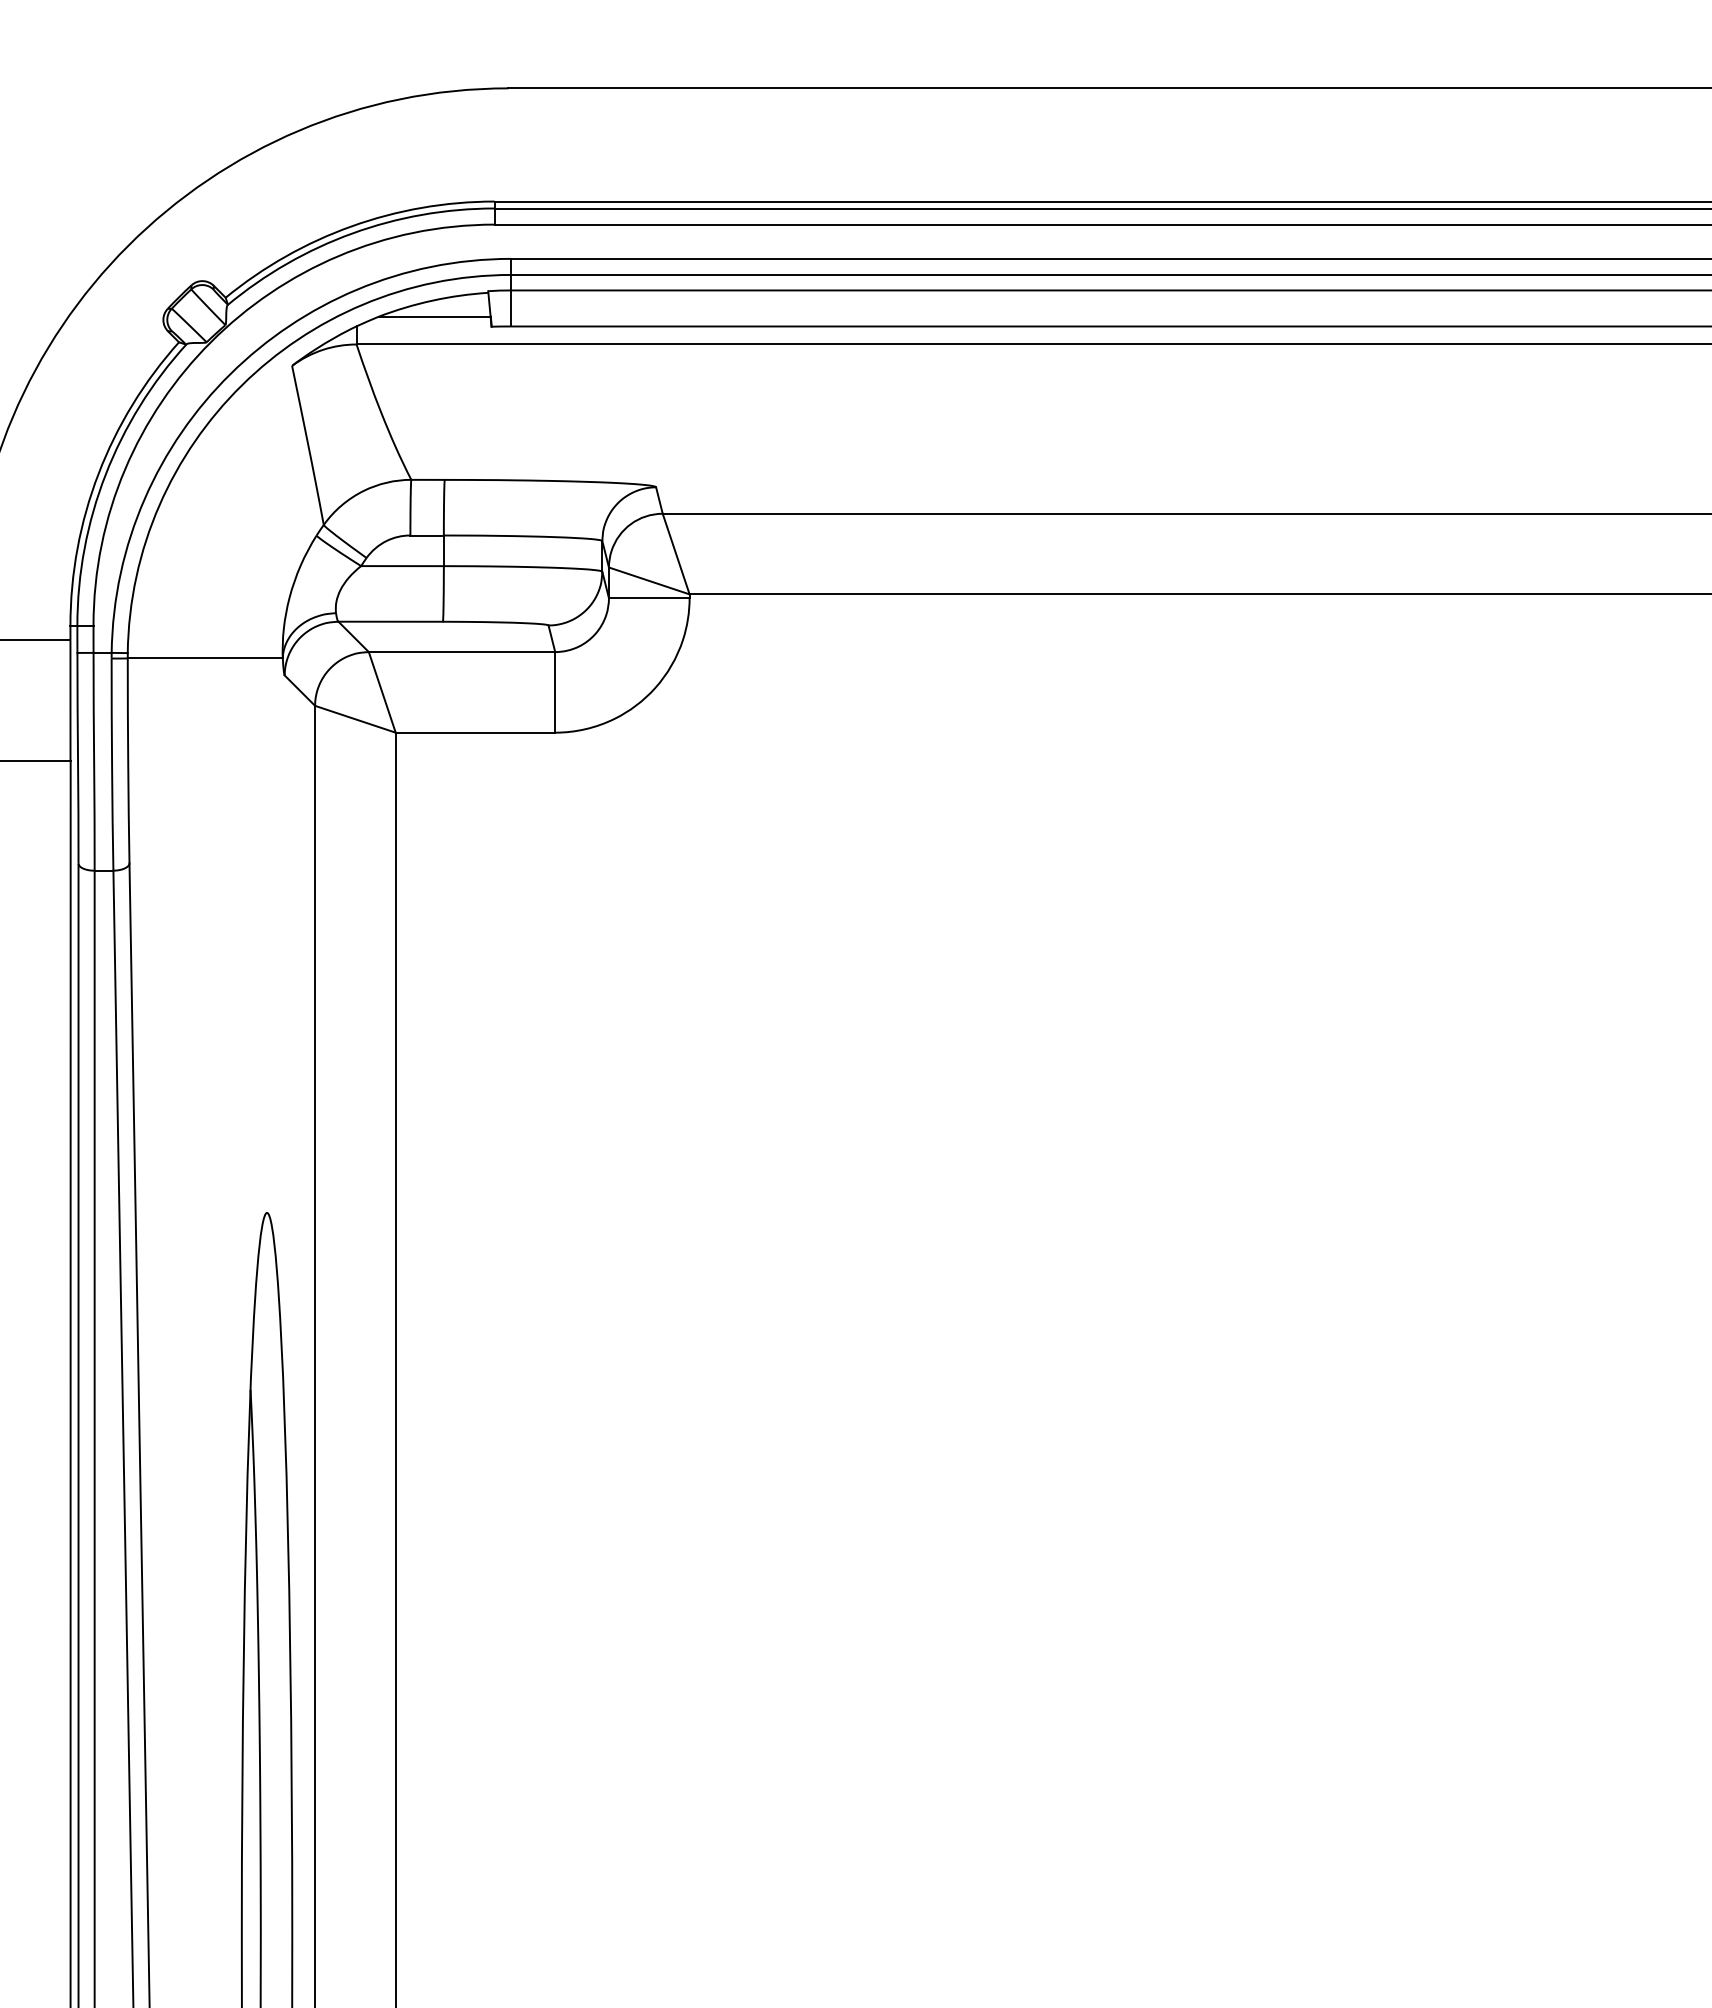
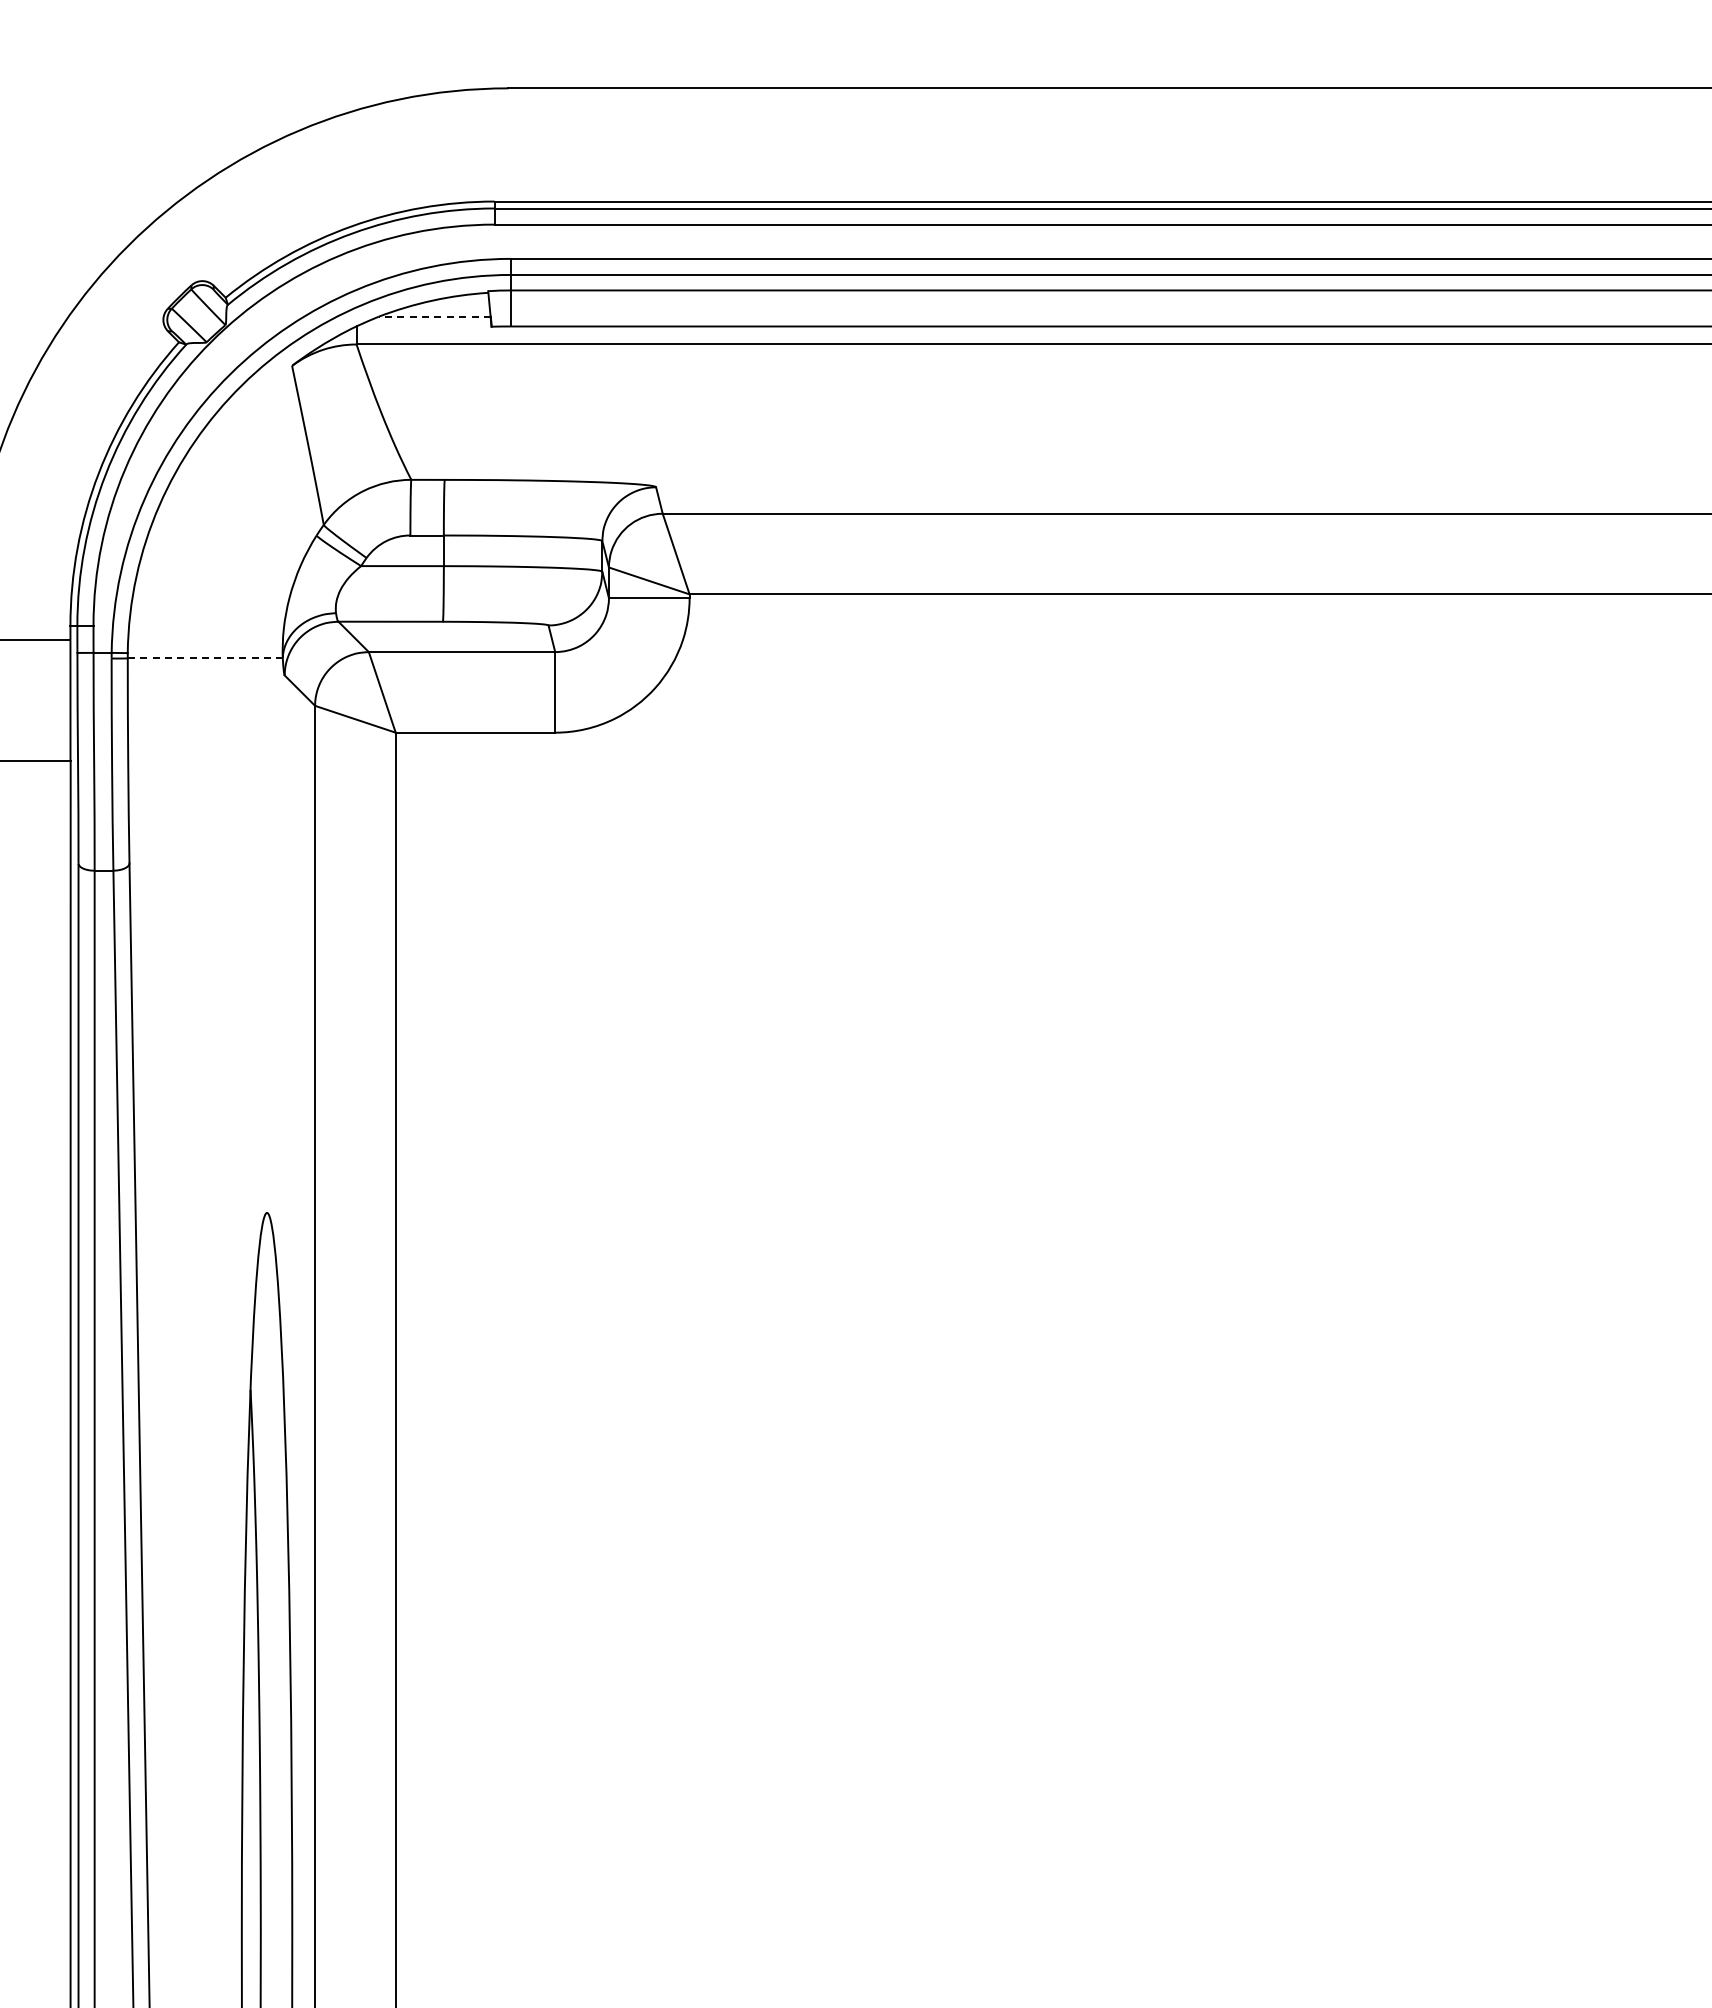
line at (434, 316): solid -> dashed
line at (205, 658): solid -> dashed
